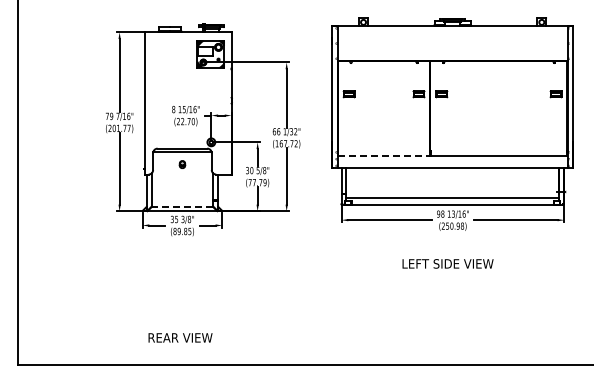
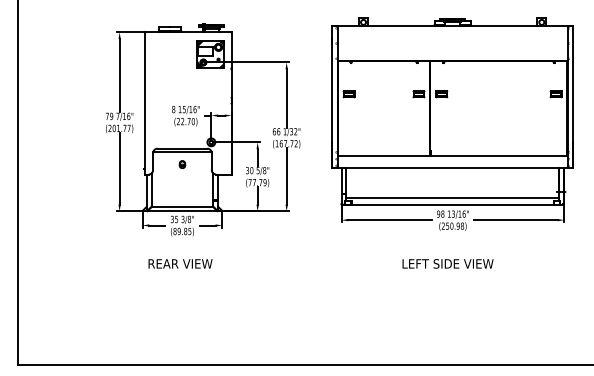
line at (384, 155): dashed -> solid
line at (182, 206): dashed -> solid
text at (180, 337) position: (180, 337) -> (180, 263)
